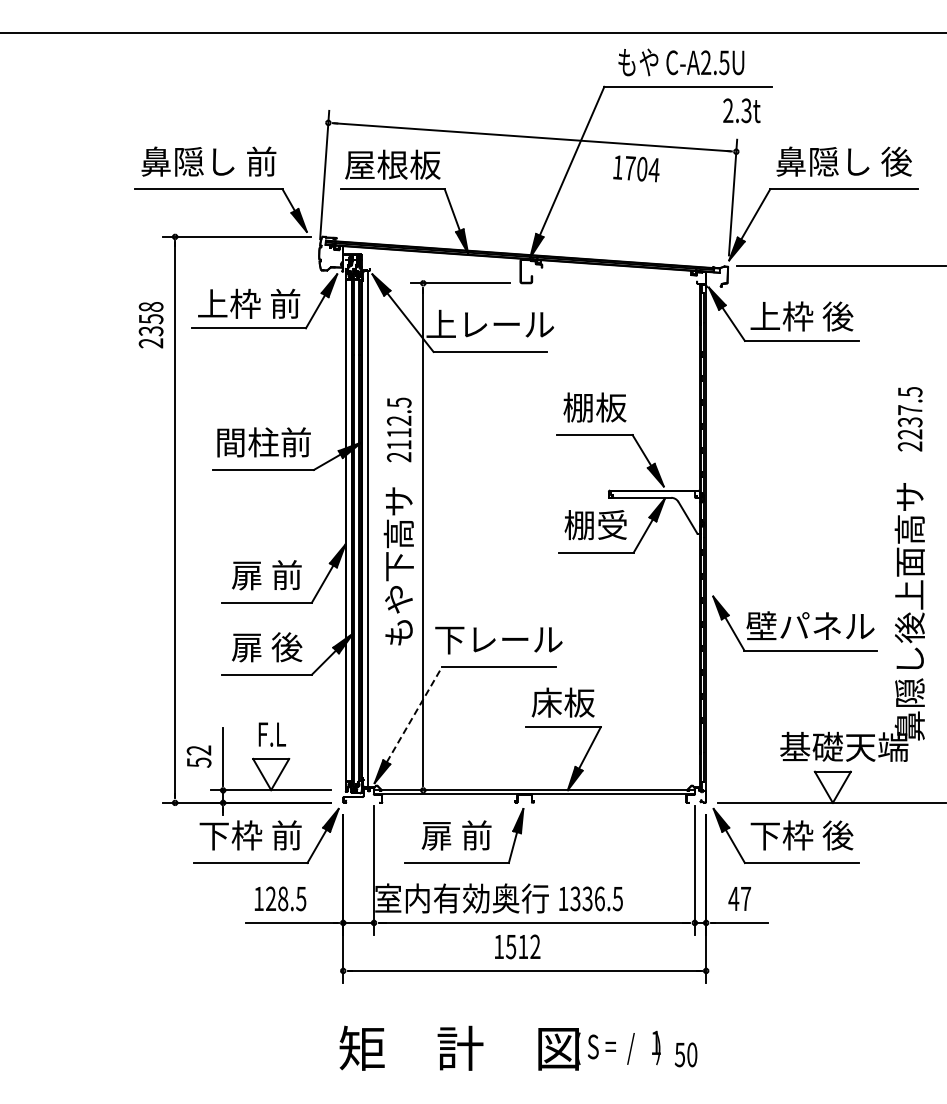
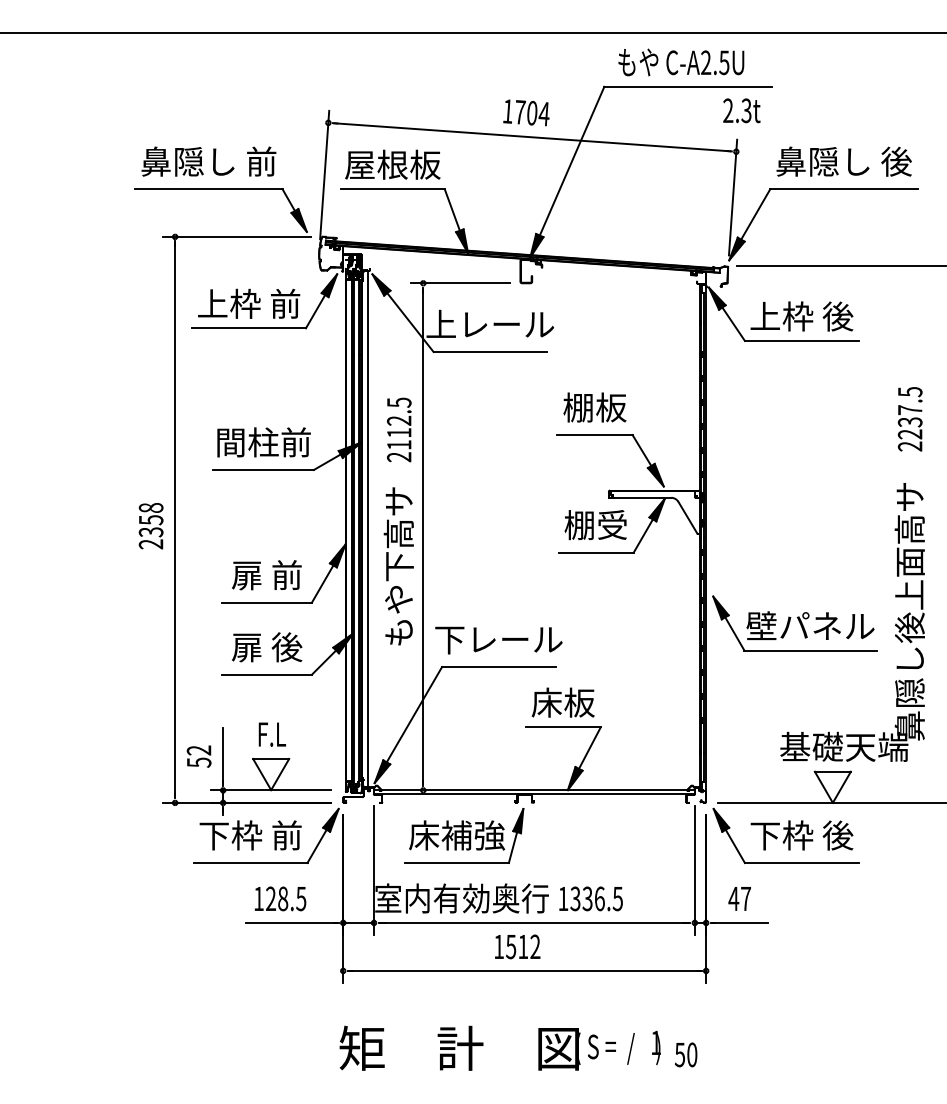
text at (636, 168) position: (636, 168) -> (526, 112)
text at (150, 325) position: (150, 325) -> (150, 526)
line at (414, 714): dashed -> solid
text at (457, 835): 扉 前 -> 床補強
